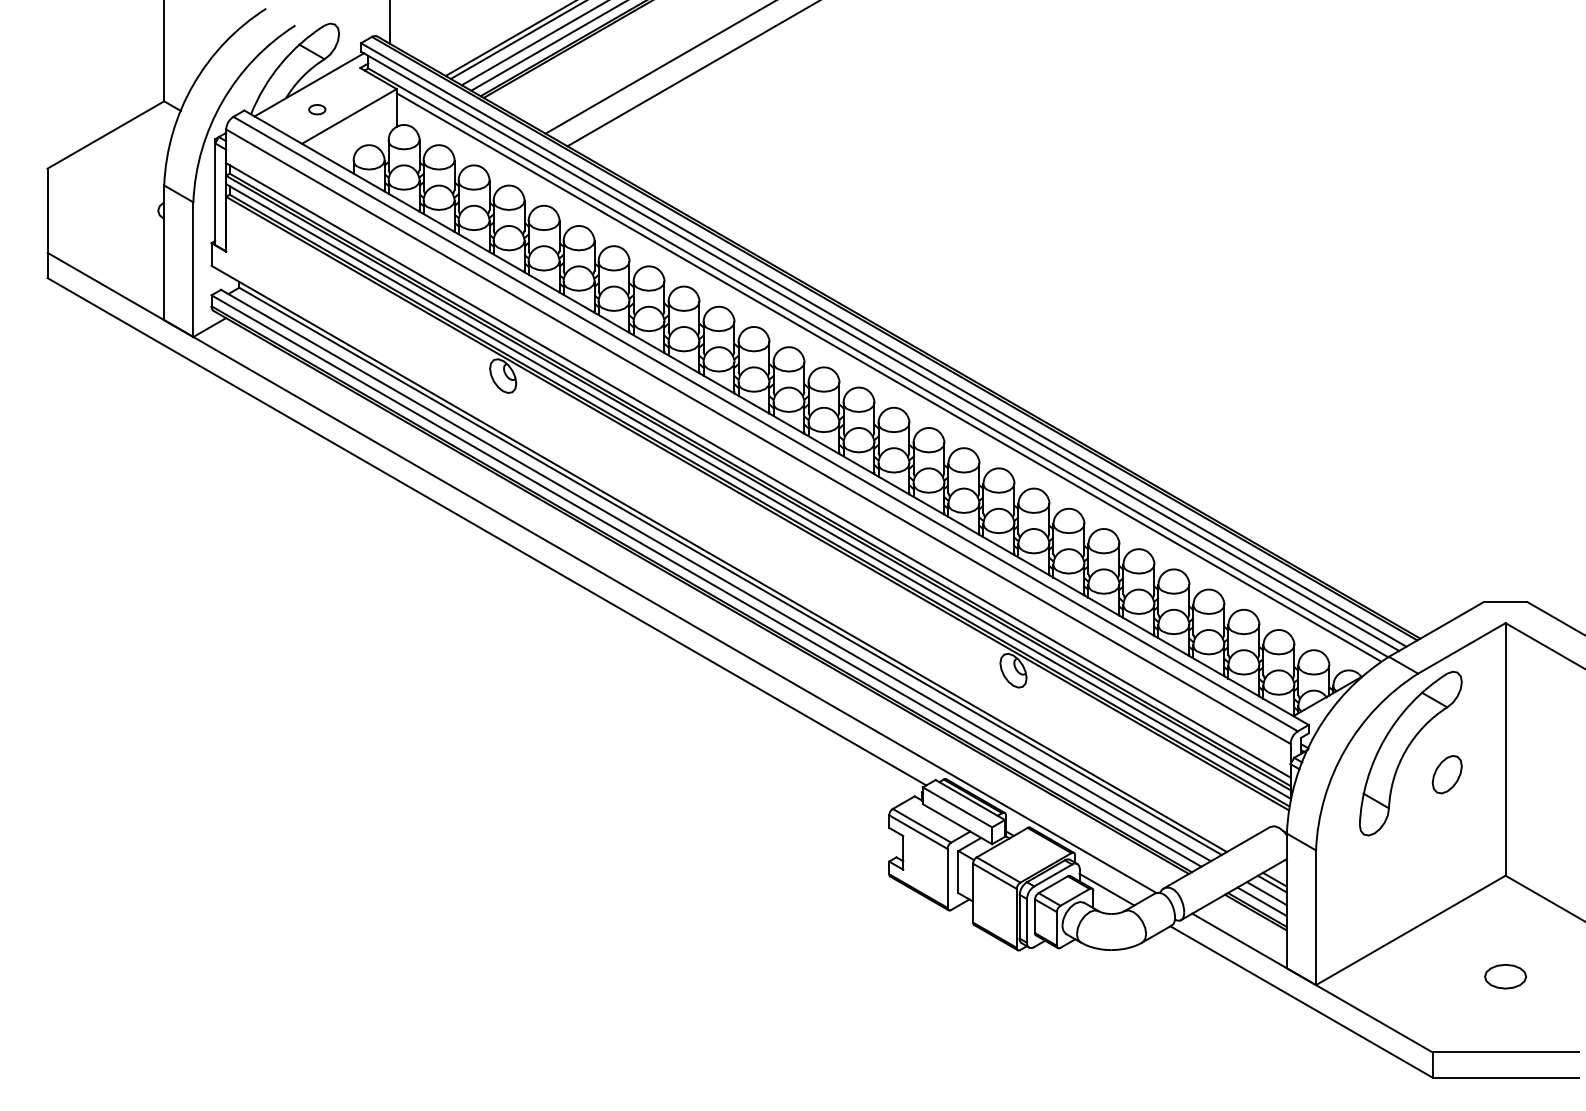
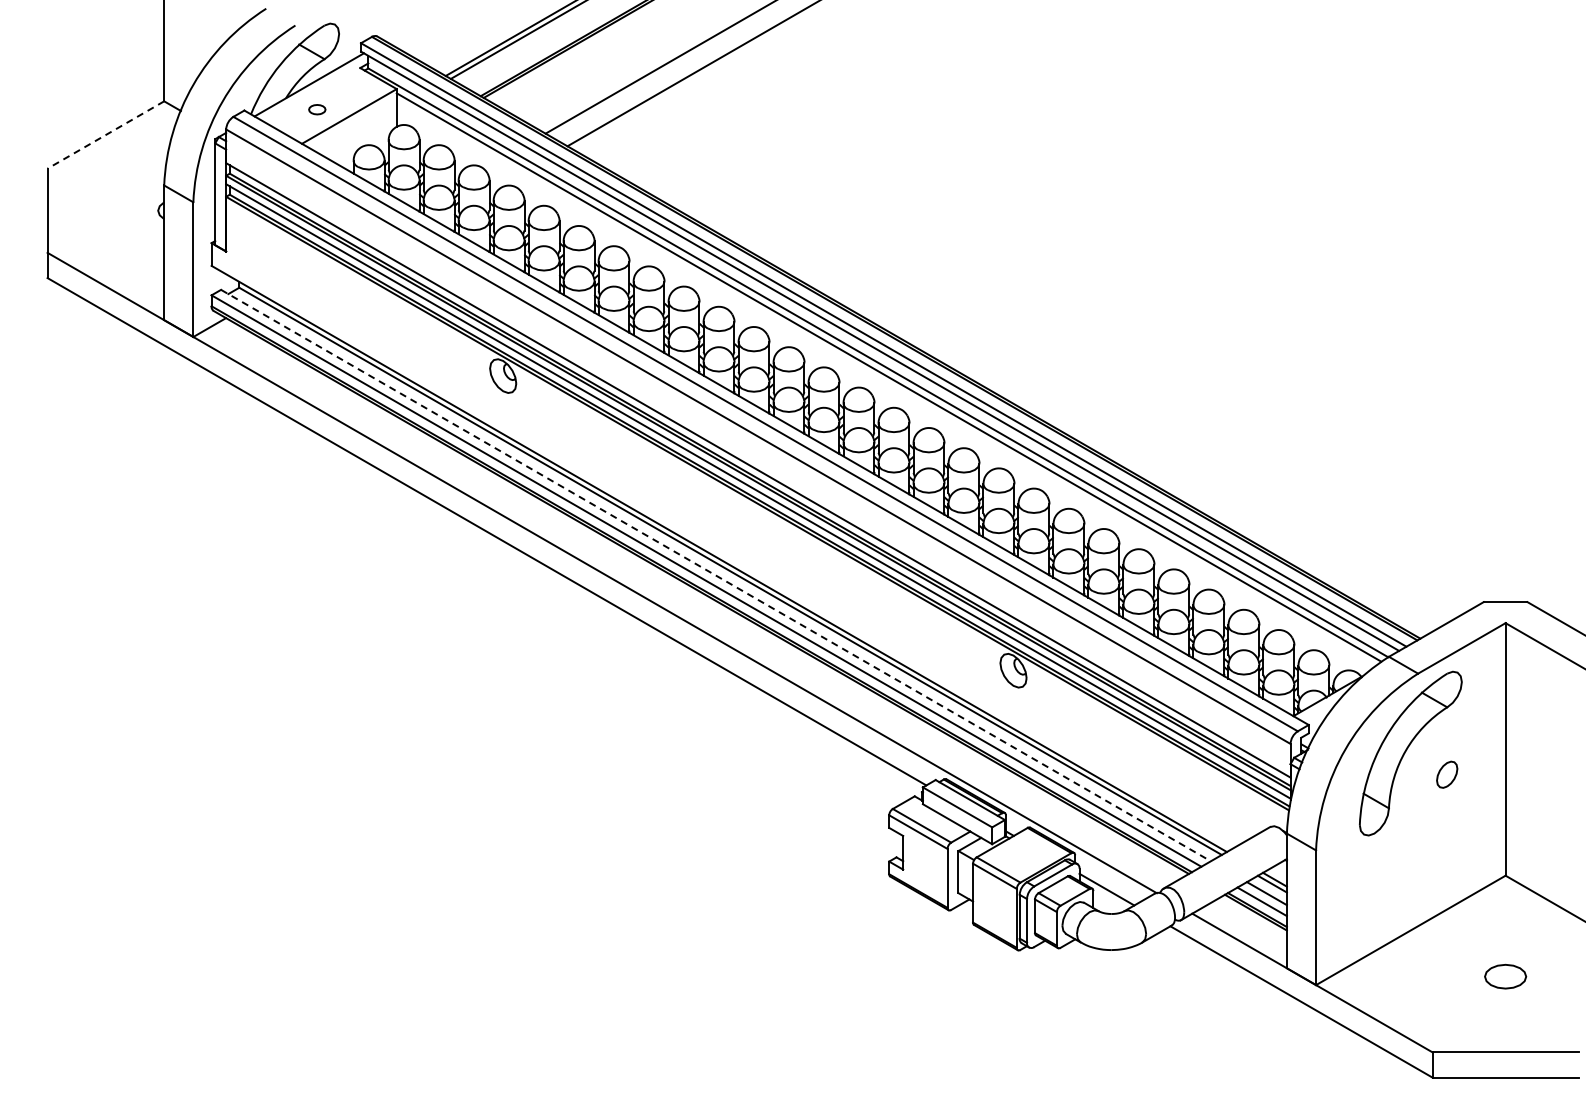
line at (390, 22): present -> none
line at (533, 43): present -> none
line at (547, 46): present -> none
line at (105, 135): solid -> dashed
line at (716, 575): solid -> dashed
part at (1446, 774) size: 32x40 px -> 23x29 px
